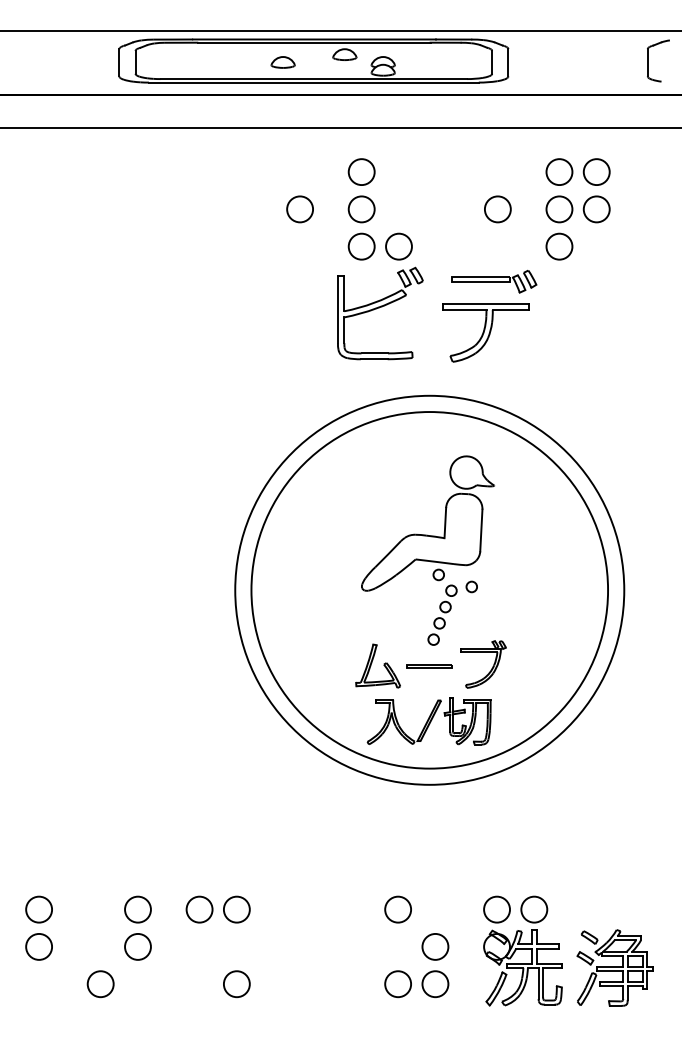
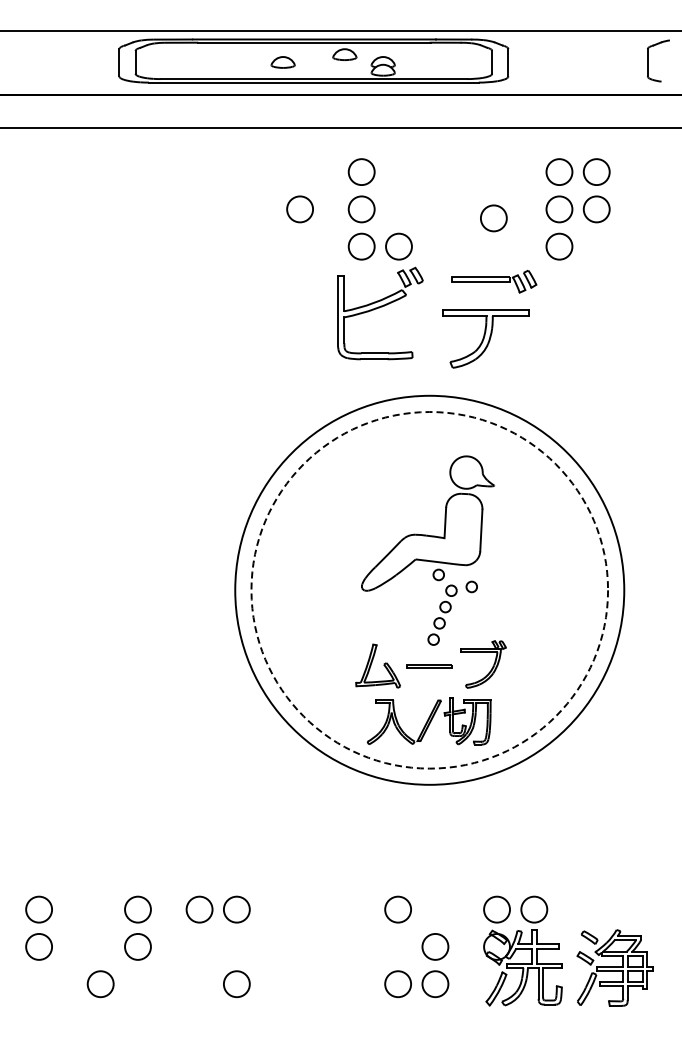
circle at (497, 209) position: (497, 209) -> (493, 218)
part at (485, 332) position: (485, 332) -> (485, 338)
circle at (429, 590): solid -> dashed
